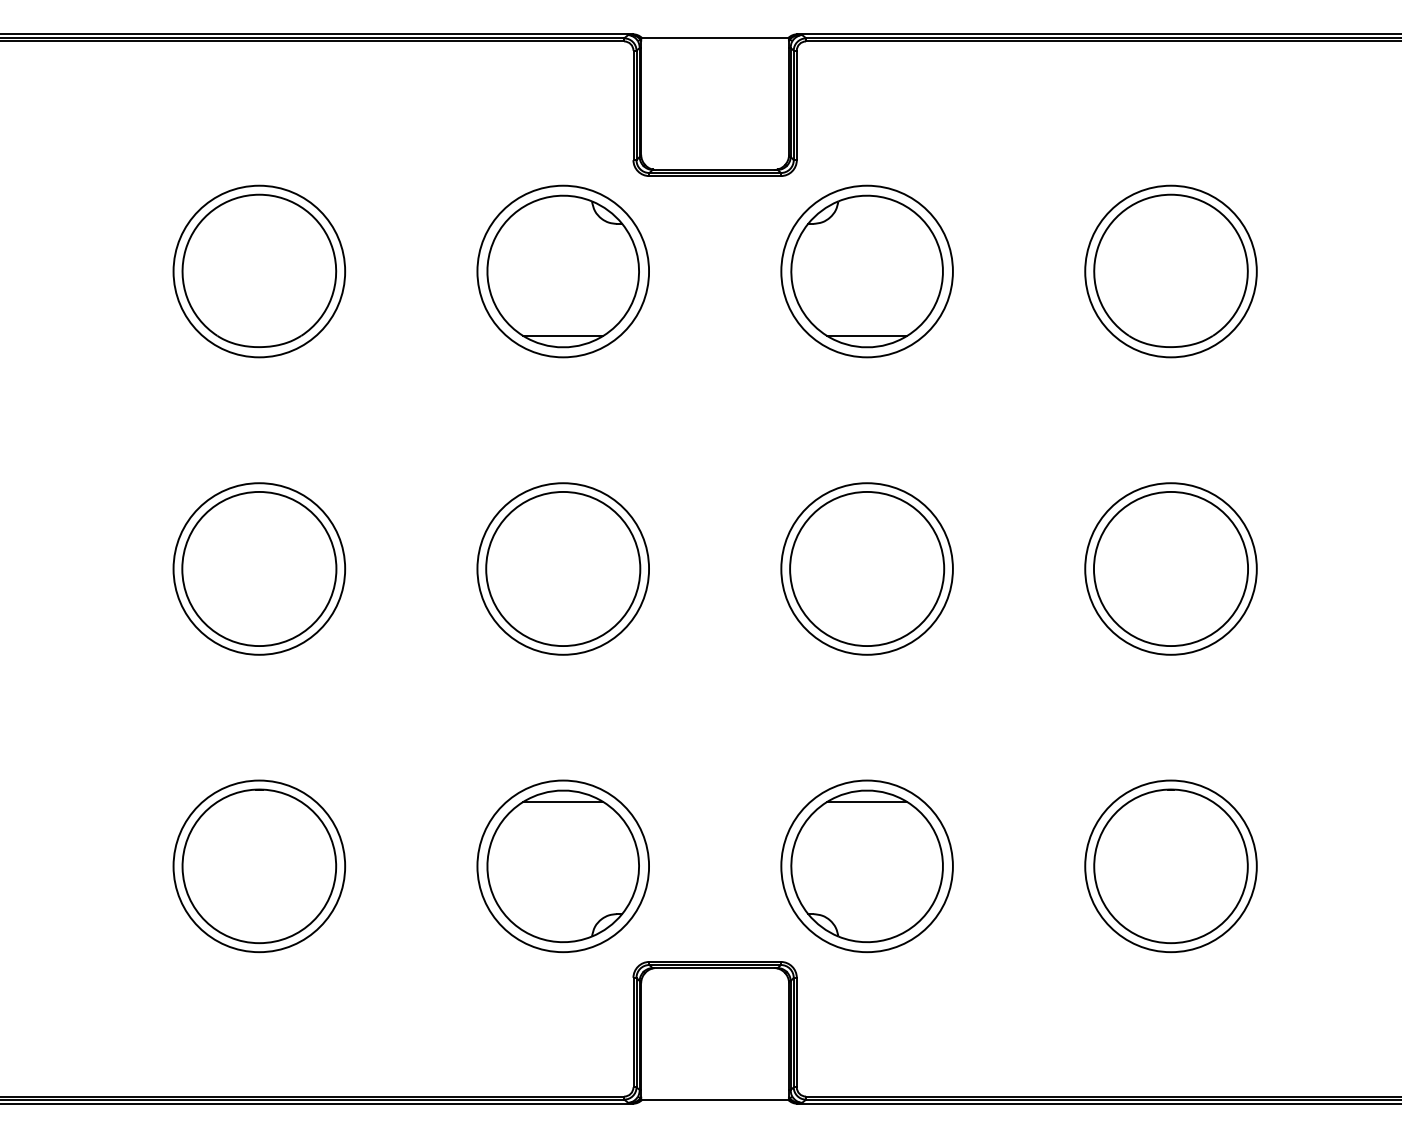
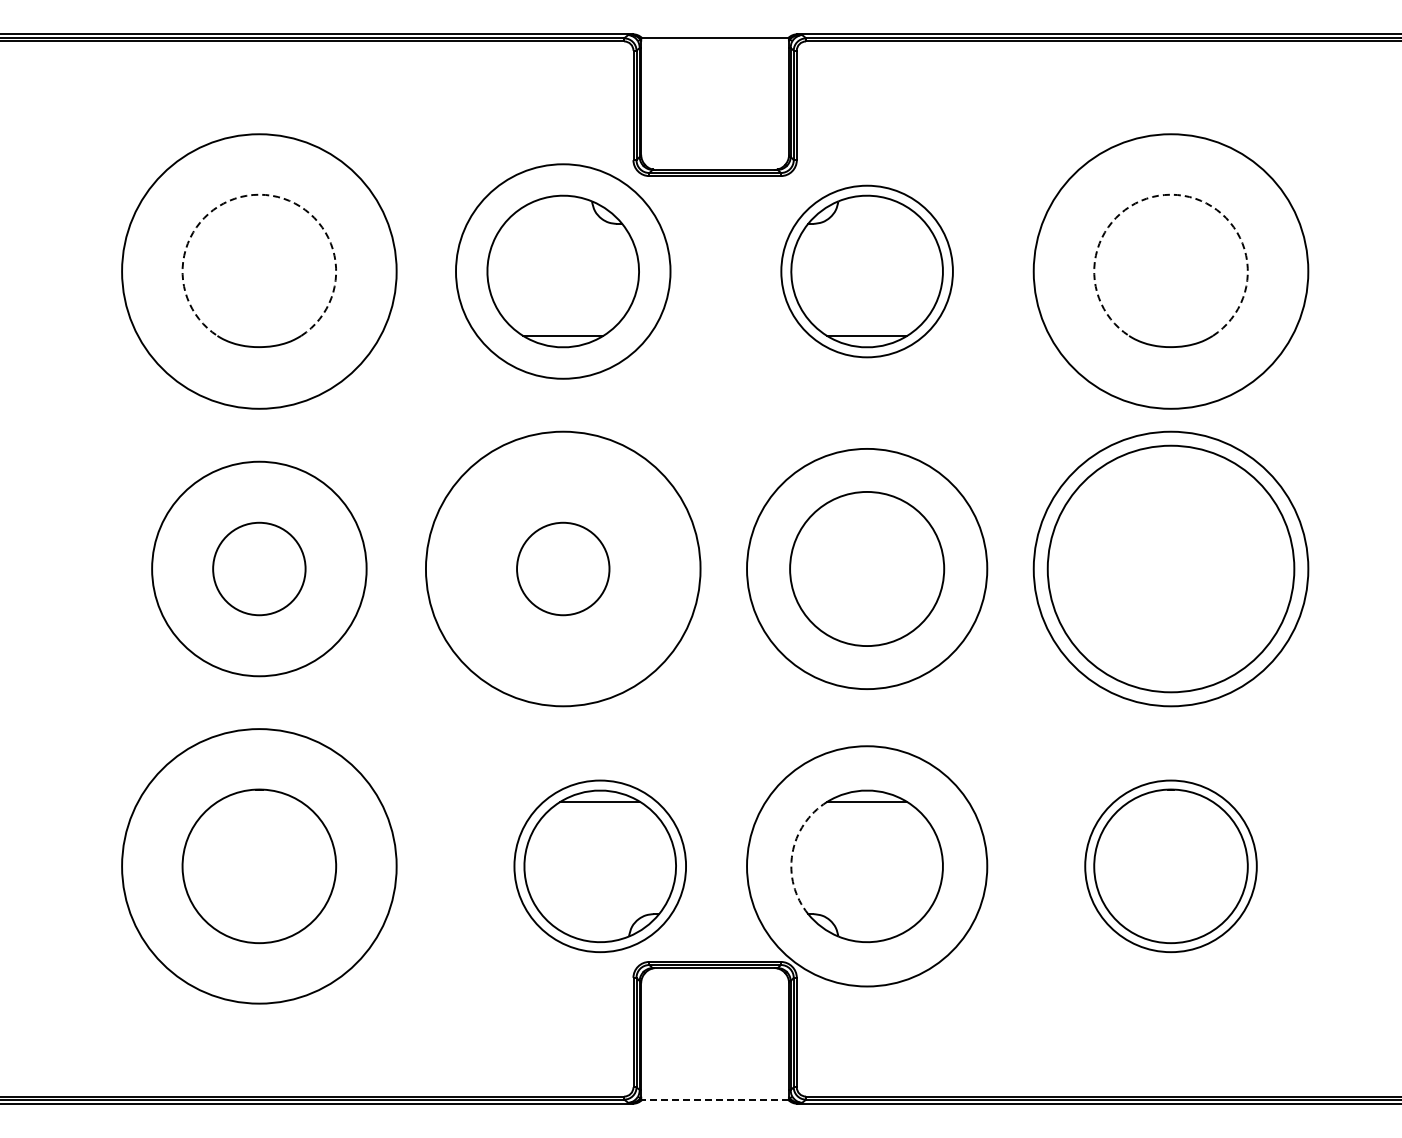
arc at (259, 194): solid -> dashed
arc at (1171, 194): solid -> dashed
circle at (259, 271) diameter: 172 px -> 275 px
circle at (563, 271) diameter: 172 px -> 215 px
circle at (1170, 271) diameter: 172 px -> 275 px
circle at (259, 568) diameter: 154 px -> 92 px
circle at (259, 568) diameter: 172 px -> 215 px
circle at (563, 568) diameter: 154 px -> 92 px
circle at (563, 568) diameter: 172 px -> 275 px
circle at (866, 568) diameter: 172 px -> 240 px
part at (1170, 568) size: 174x174 px -> 278x278 px
arc at (792, 853): solid -> dashed
circle at (259, 866) diameter: 172 px -> 275 px
part at (562, 866) position: (562, 866) -> (599, 866)
circle at (866, 866) diameter: 172 px -> 240 px
line at (715, 1100): solid -> dashed
